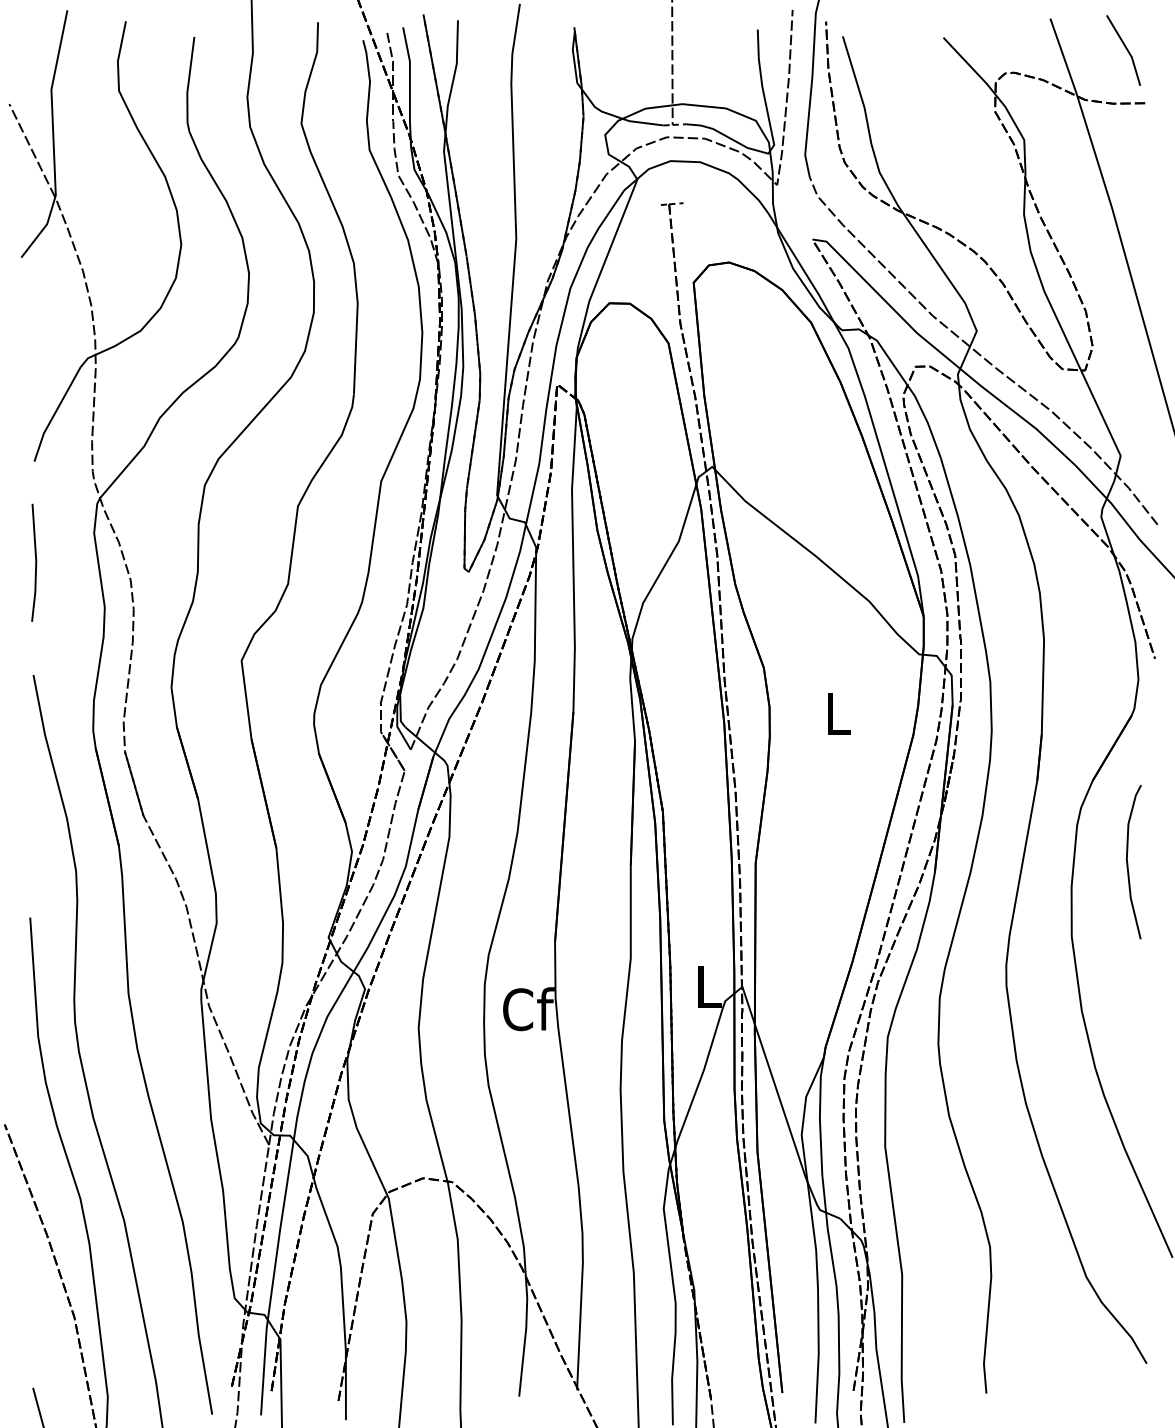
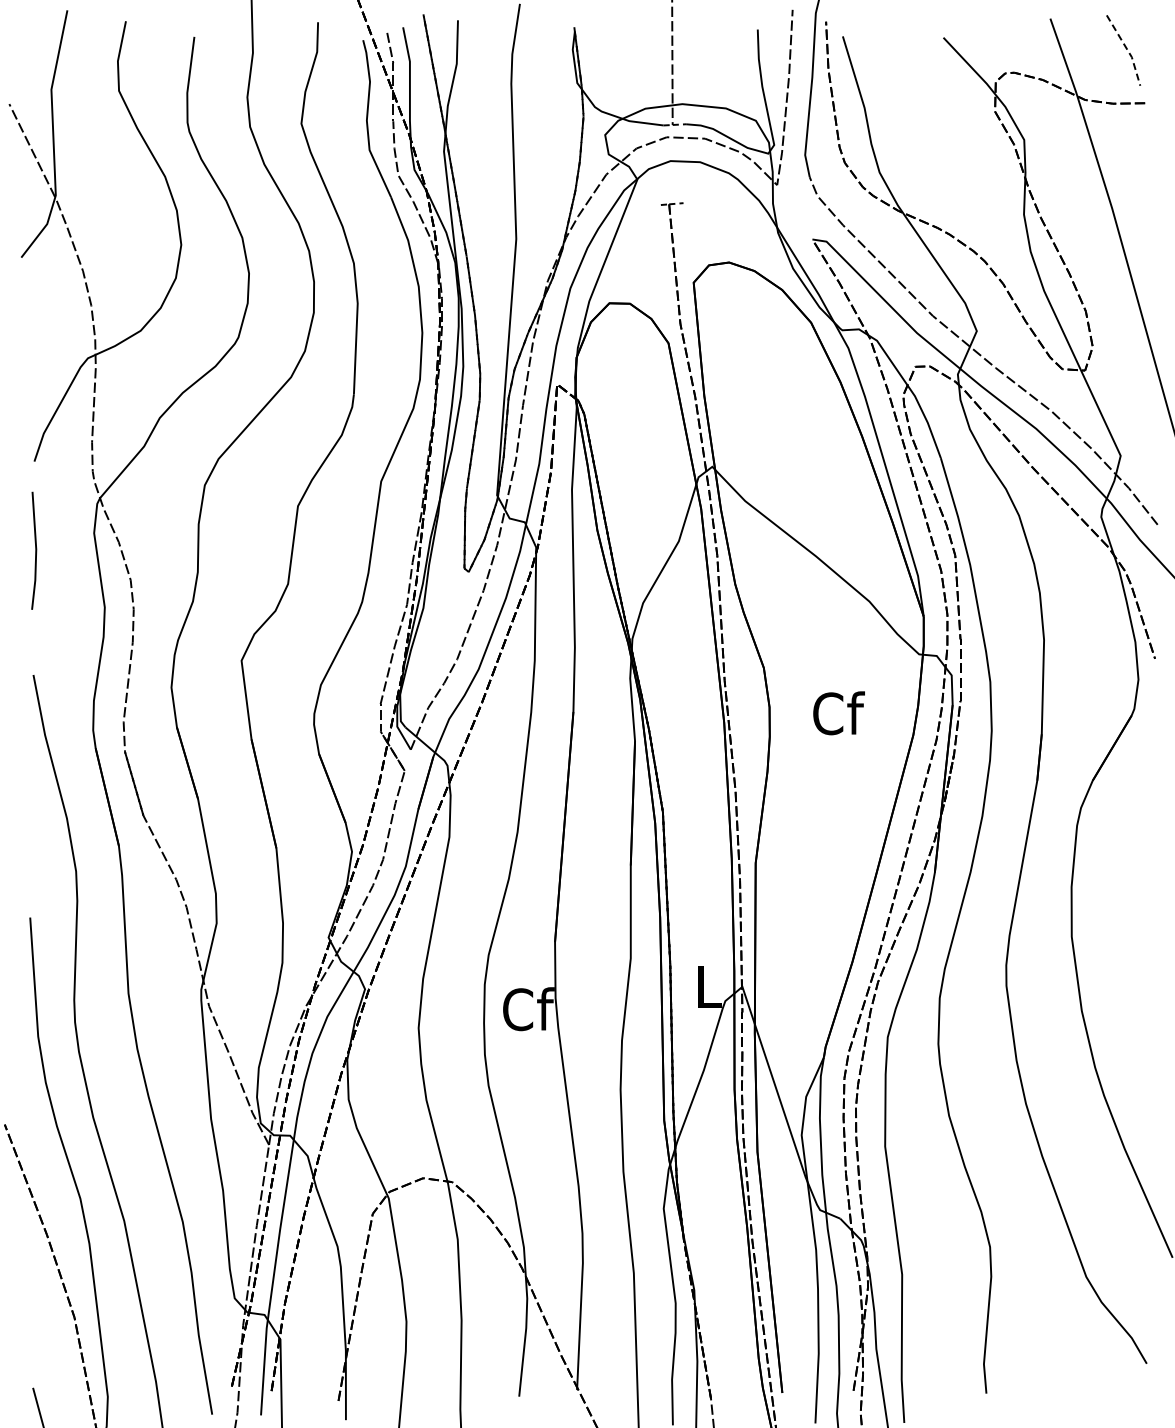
line at (1127, 49): solid -> dashed
line at (35, 562) position: (35, 562) -> (35, 550)
text at (838, 713): L -> Cf
curve at (1128, 862): present -> none
